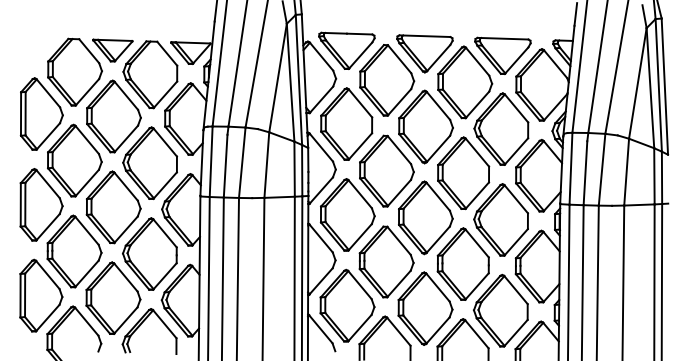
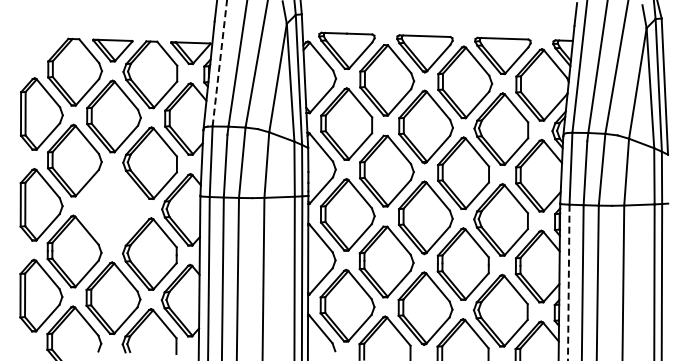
line at (219, 62): solid -> dashed
part at (113, 207): present -> none
line at (568, 282): solid -> dashed
